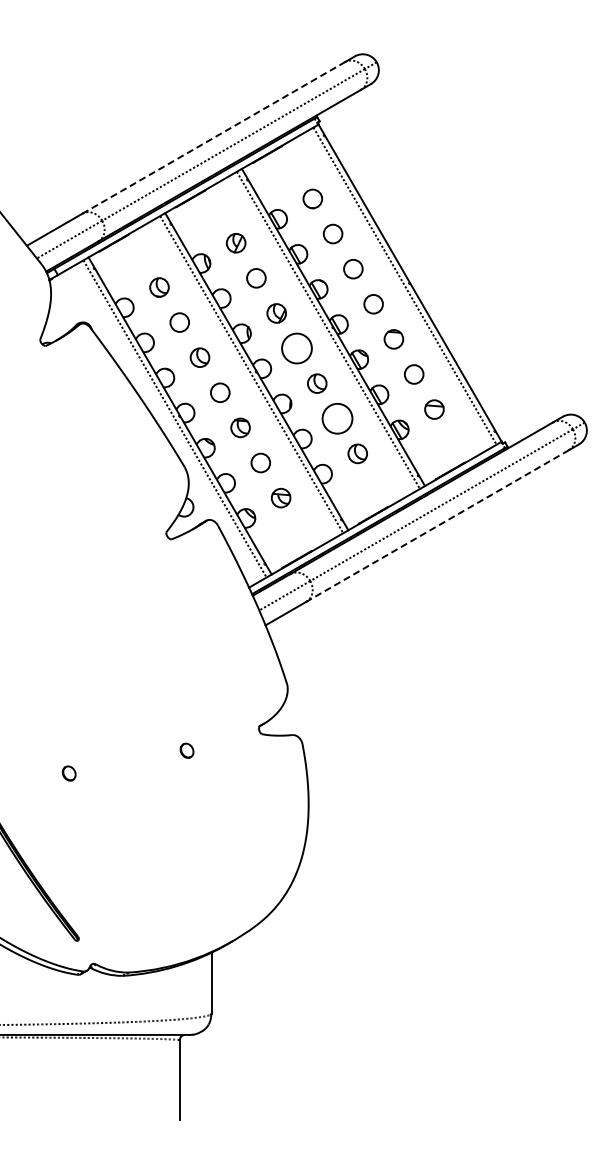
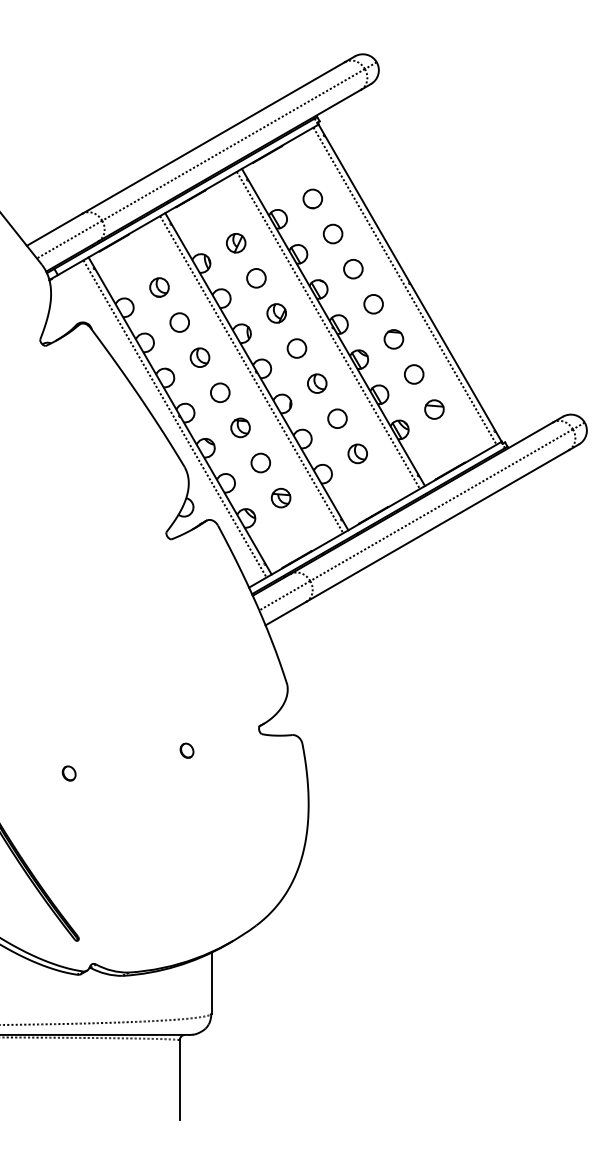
line at (213, 137): dashed -> solid
circle at (296, 348) diameter: 30 px -> 19 px
circle at (337, 418) diameter: 30 px -> 19 px
line at (437, 526): dashed -> solid
